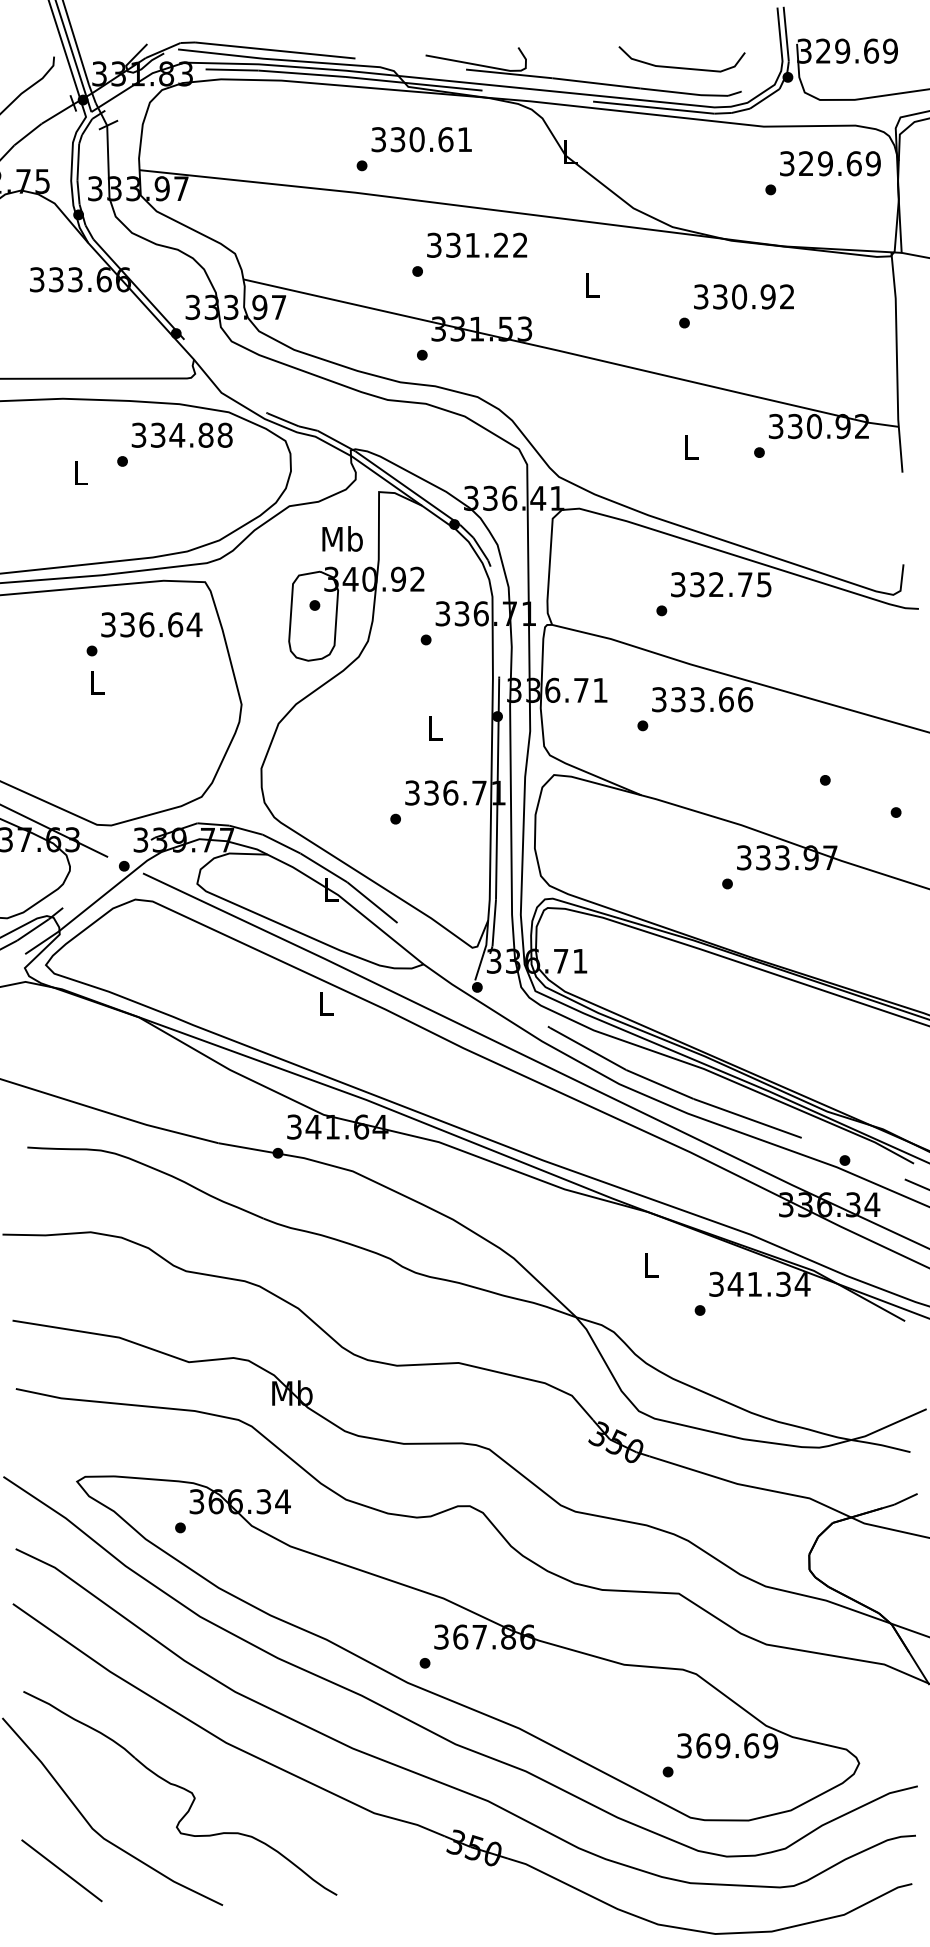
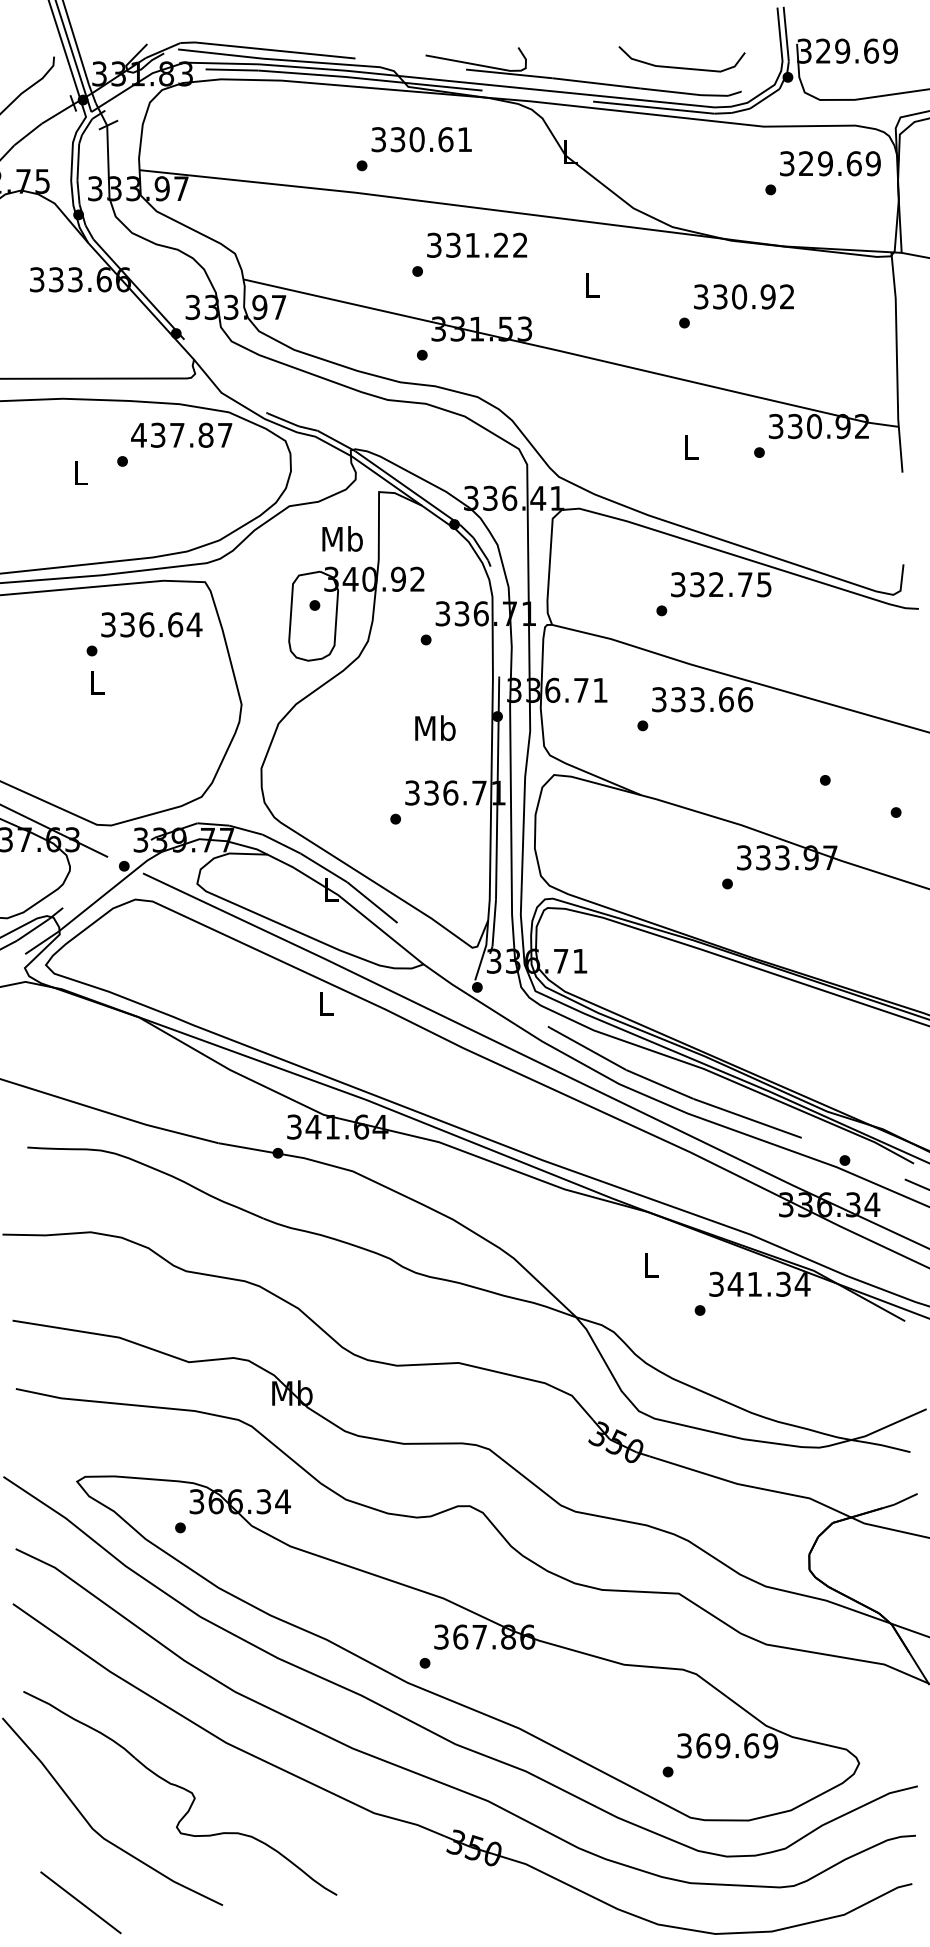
text at (181, 434): 334.88 -> 437.87
text at (435, 728): L -> Mb
line at (61, 1870) position: (61, 1870) -> (80, 1902)
